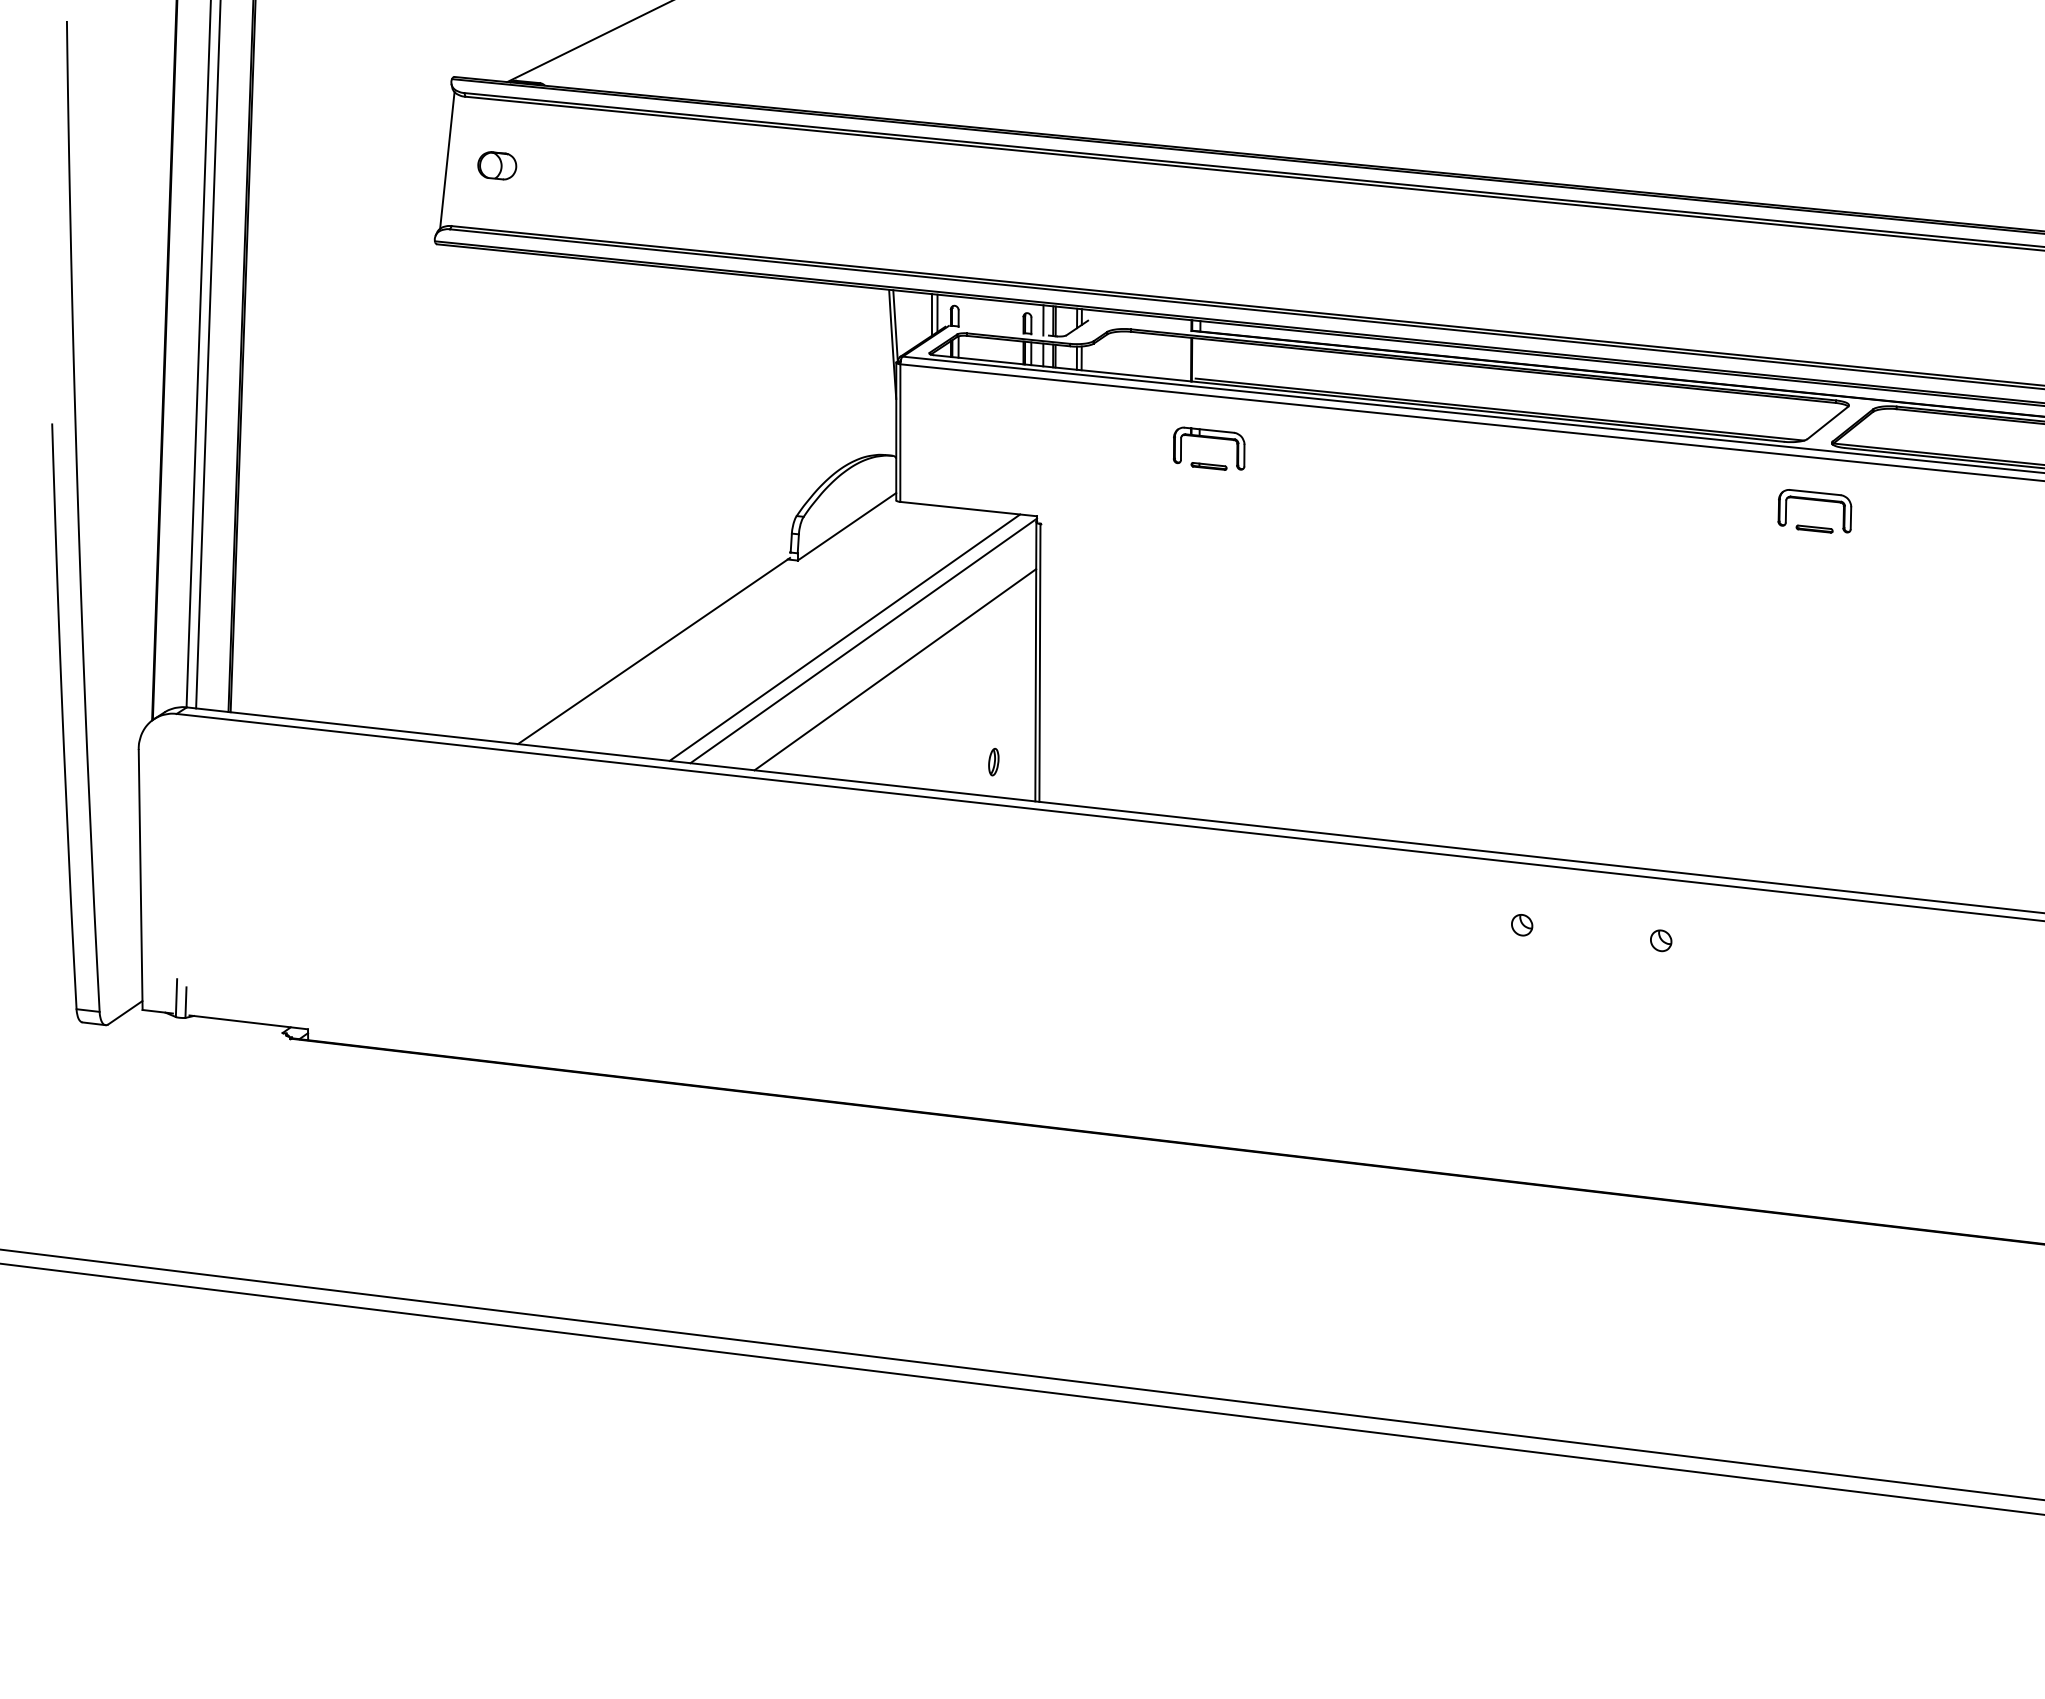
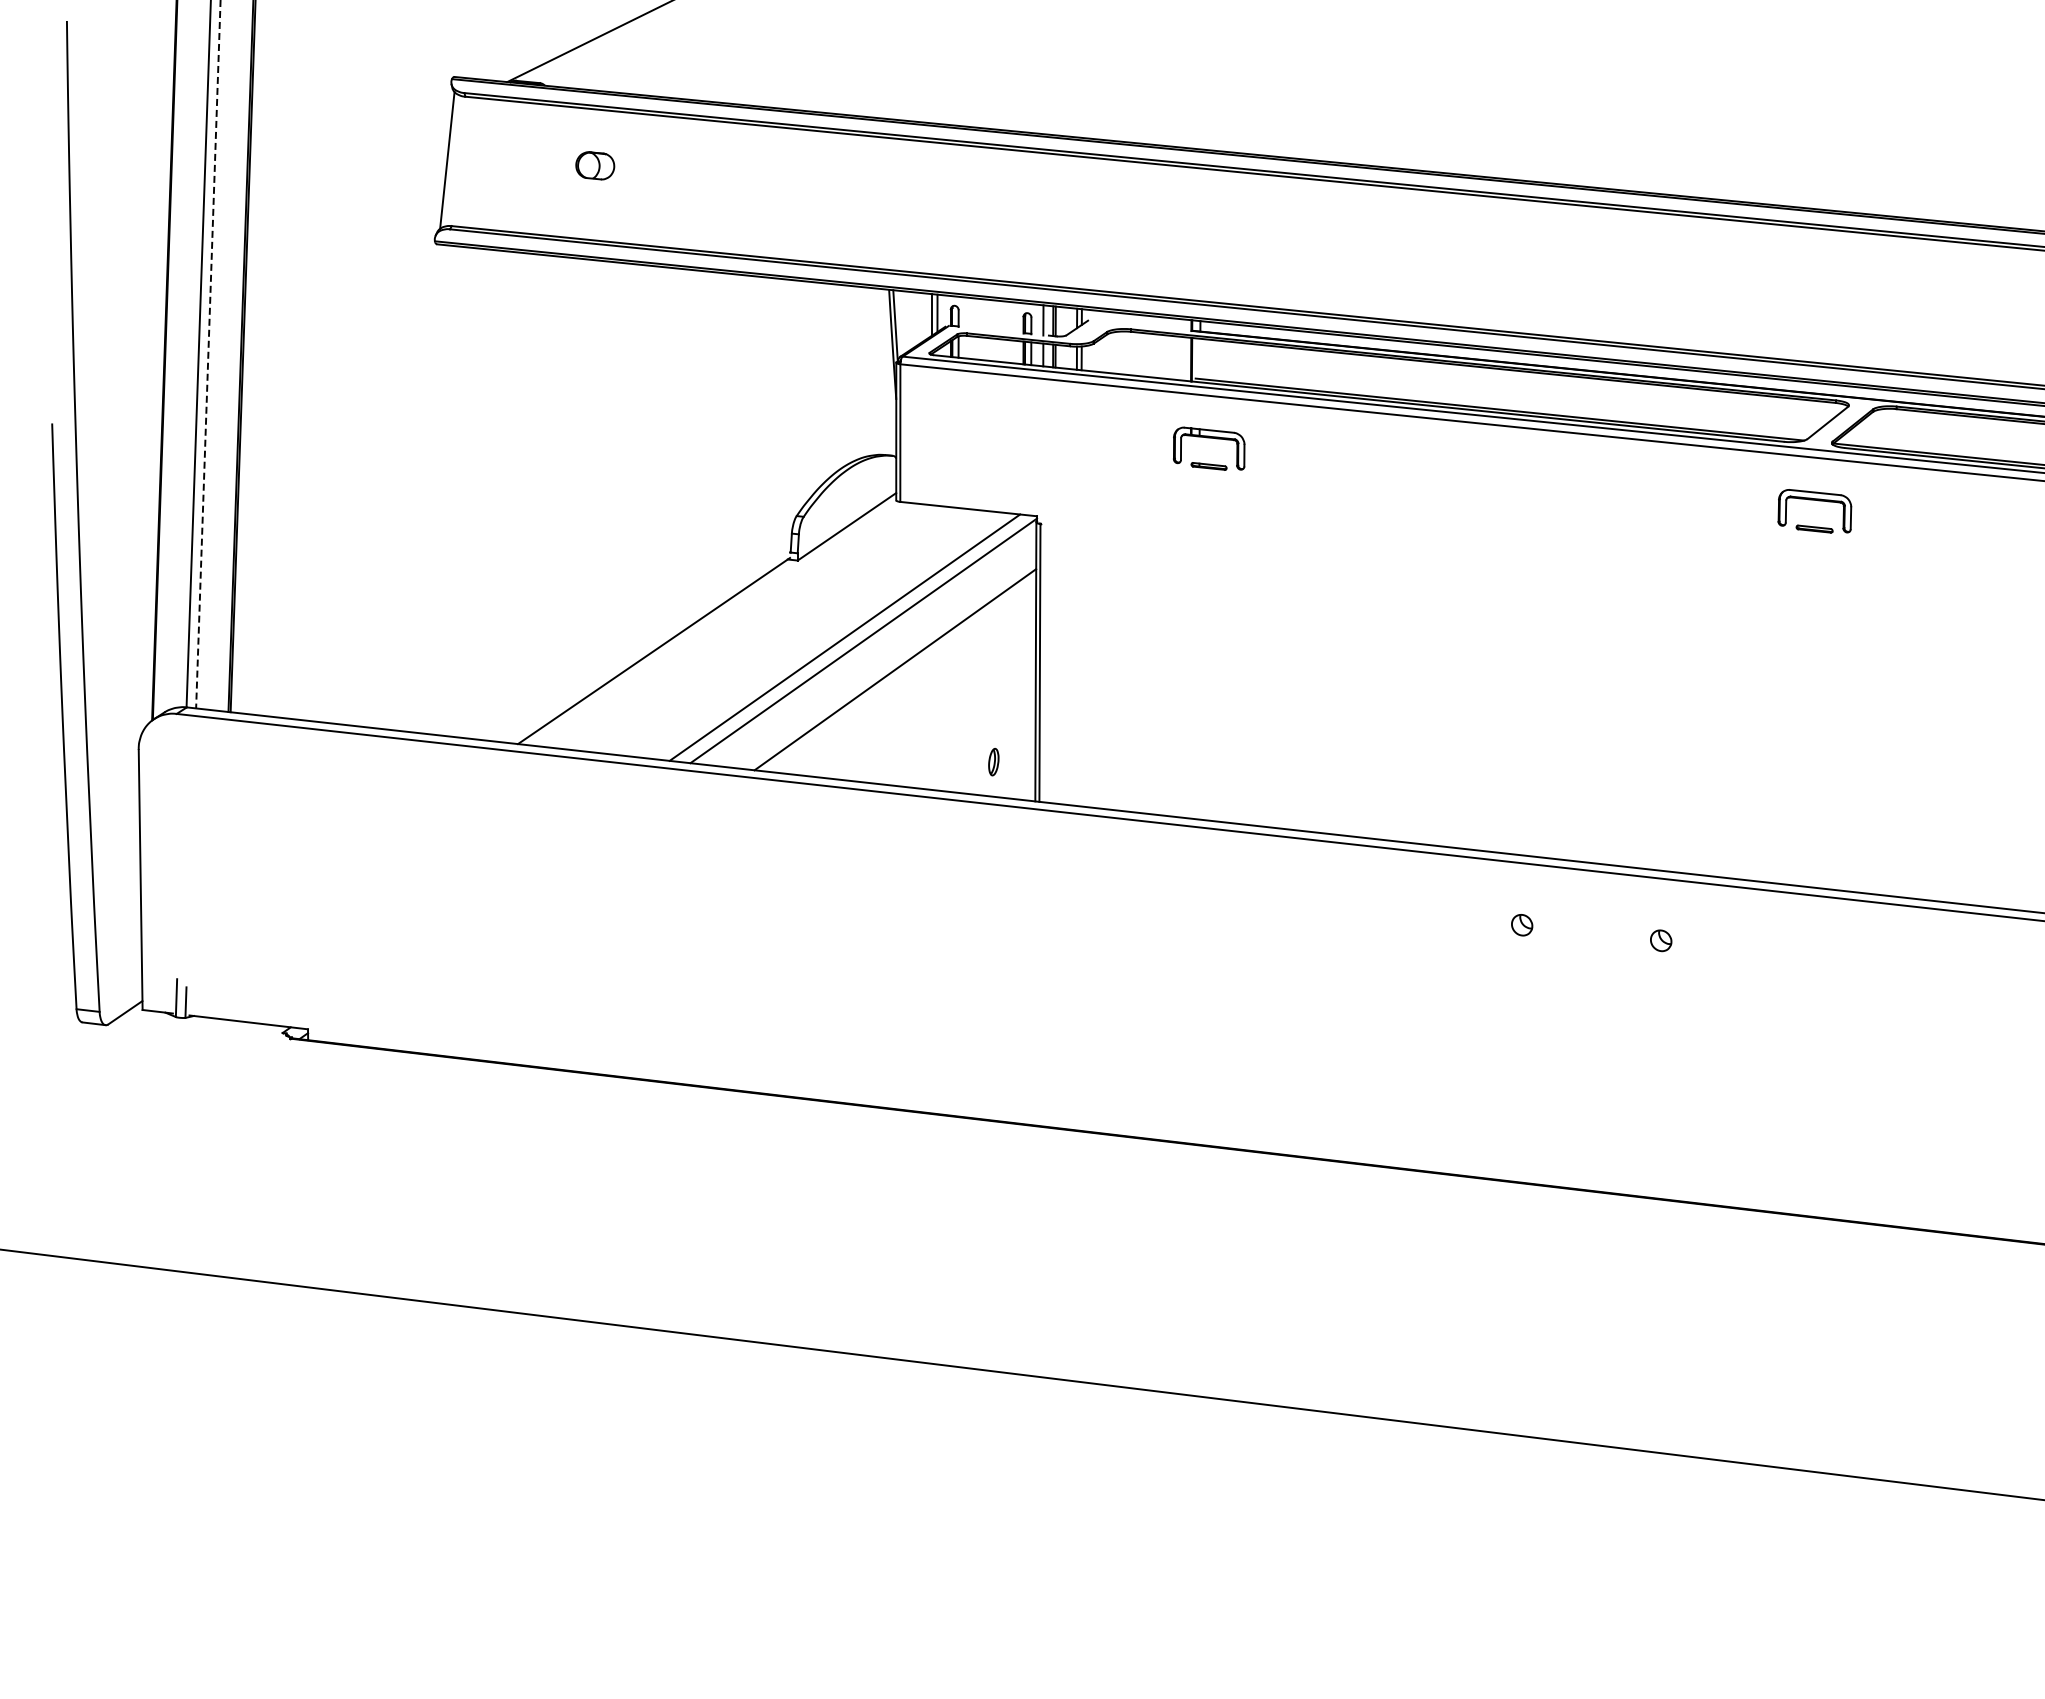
part at (497, 165) position: (497, 165) -> (595, 165)
line at (208, 354): solid -> dashed
line at (1021, 1388): present -> none
